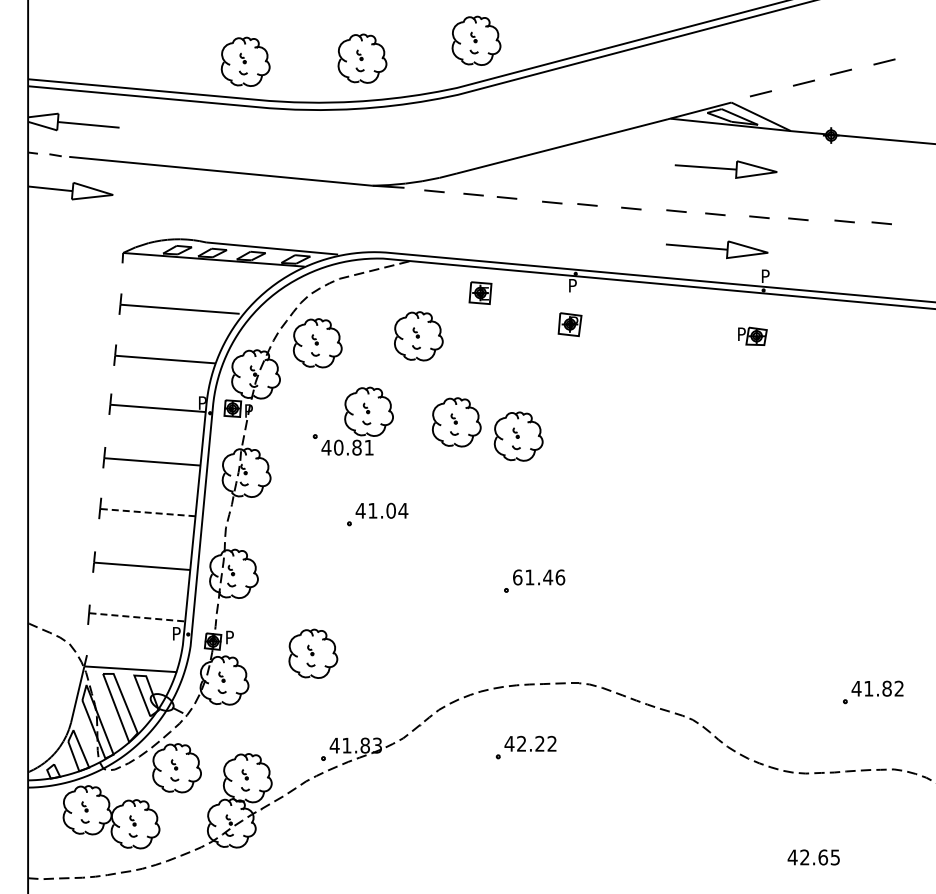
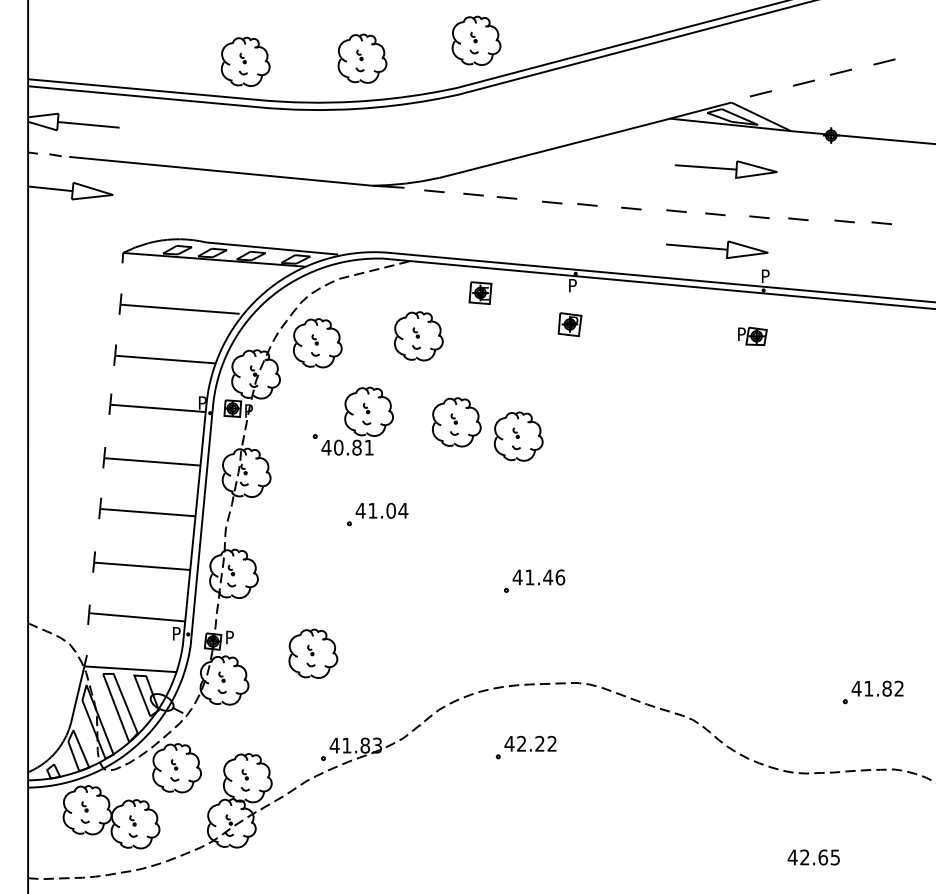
line at (147, 512): dashed -> solid
text at (517, 577): 61.46 -> 41.46
line at (137, 617): dashed -> solid
